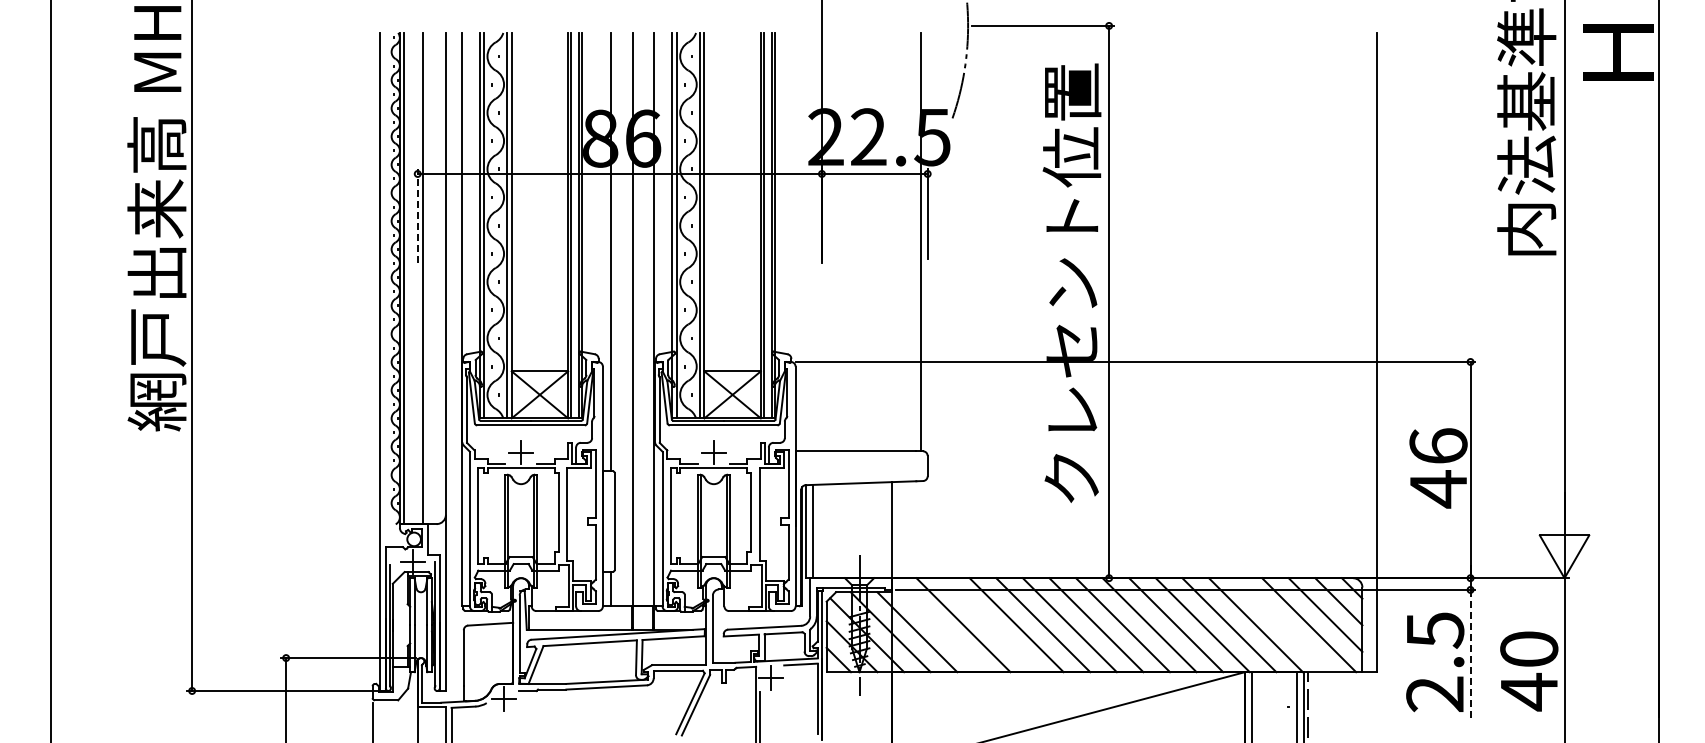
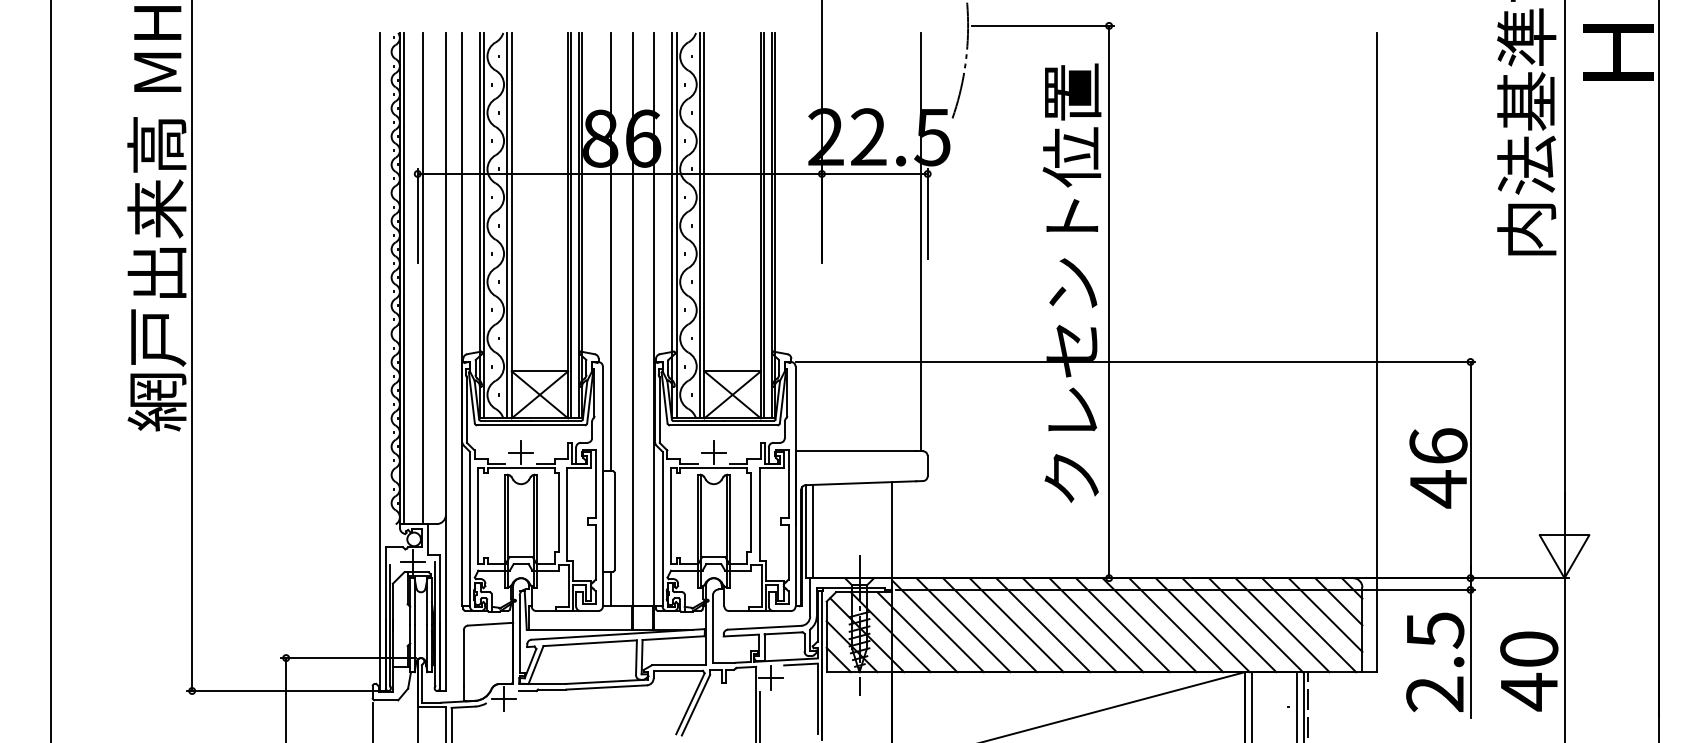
line at (417, 216): dashed -> solid
line at (990, 625): none -> present
line at (1282, 625): none -> present
line at (937, 626): none -> present
line at (1470, 654): dashed -> solid
